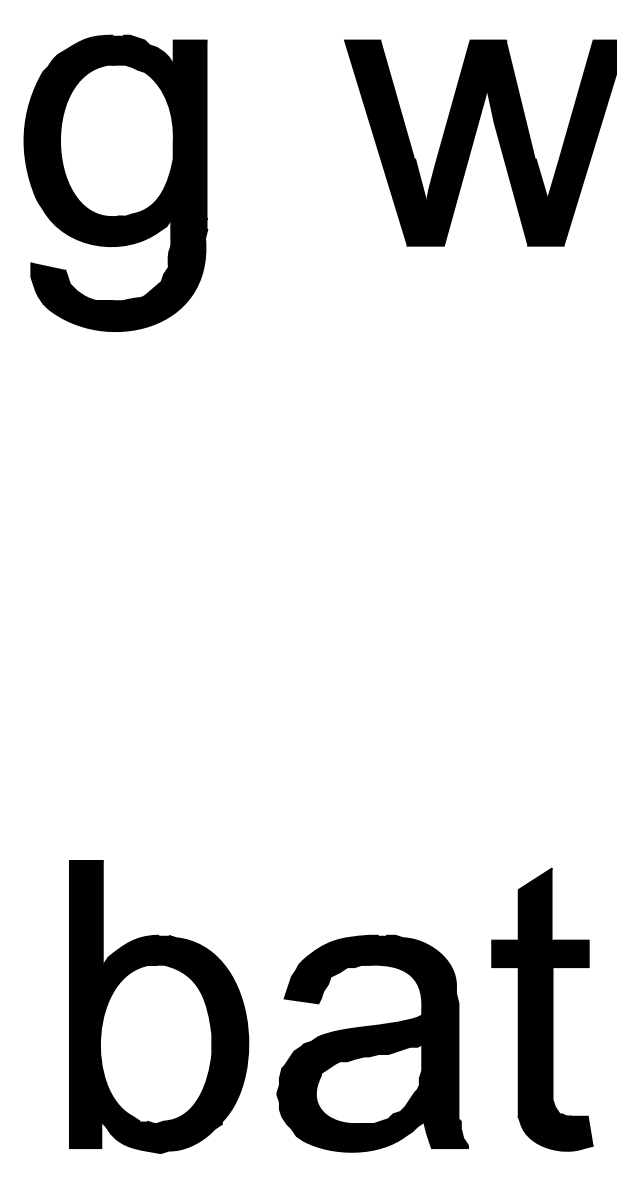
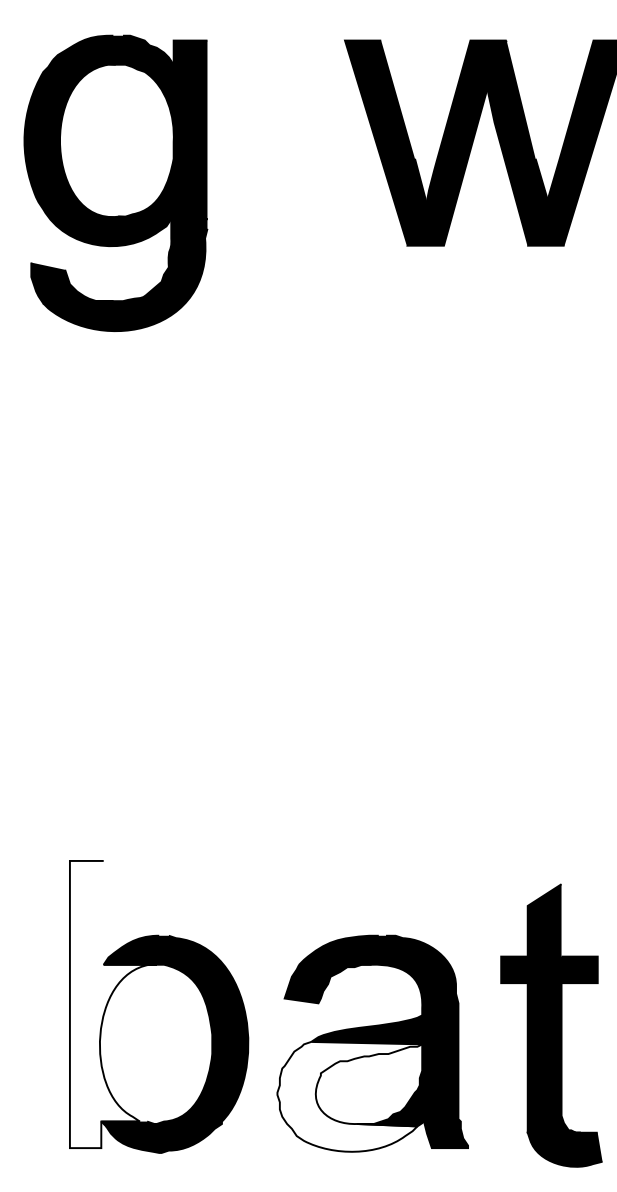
fill at (112, 1004): present -> none
part at (542, 1009) position: (542, 1009) -> (551, 1025)
fill at (349, 1096): present -> none
